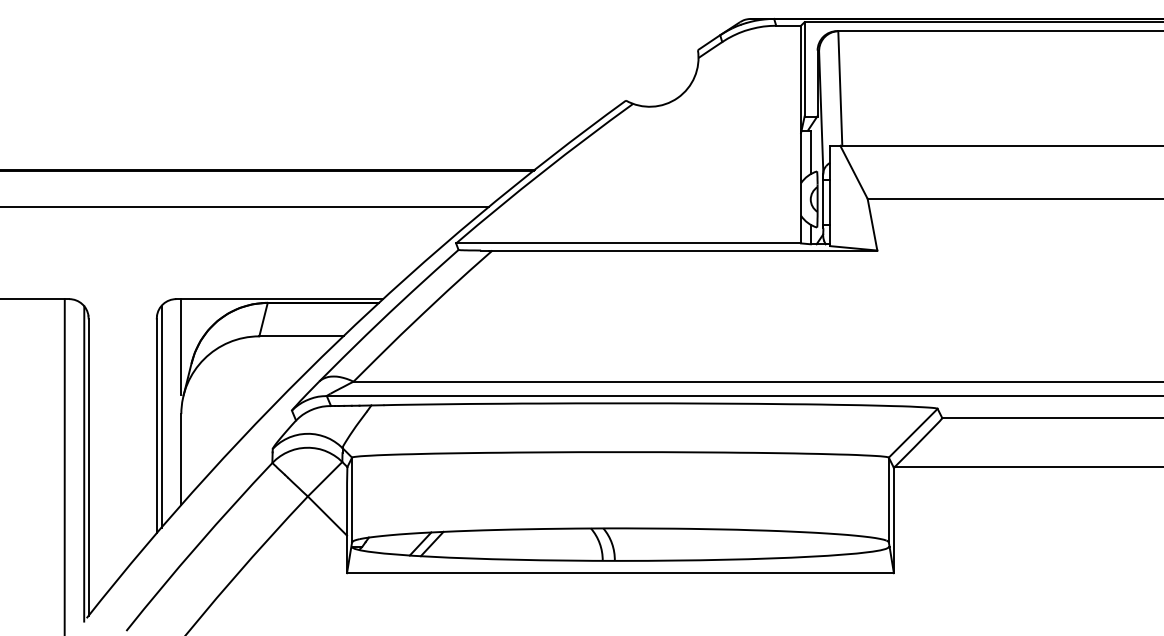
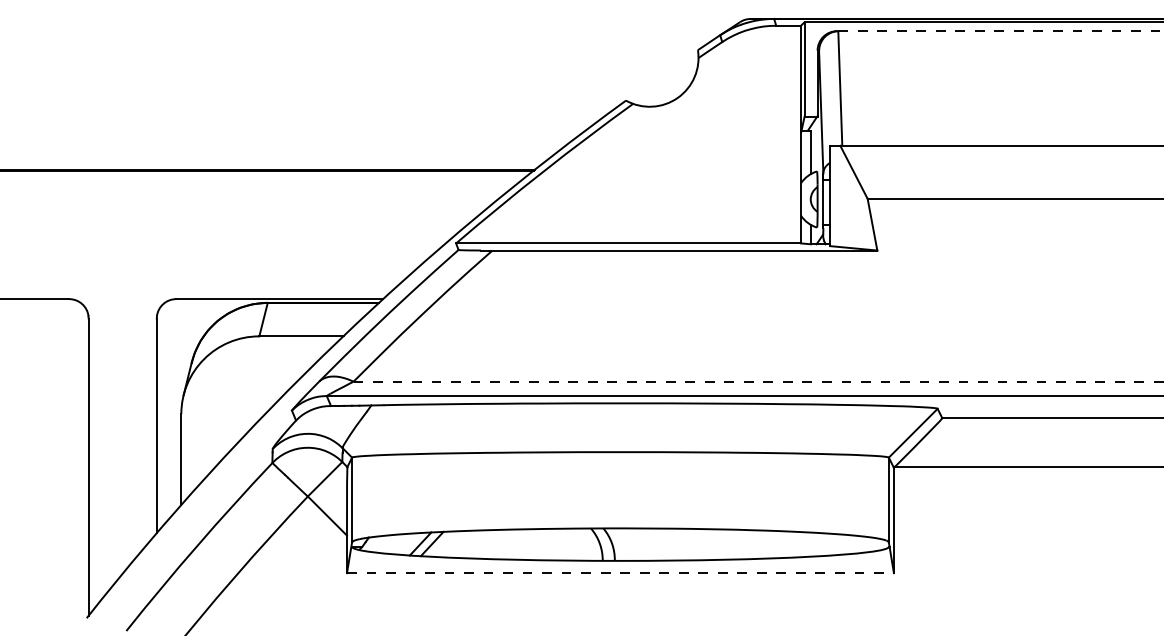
line at (1001, 31): solid -> dashed
line at (245, 206): present -> none
line at (181, 347): present -> none
line at (758, 381): solid -> dashed
line at (161, 416): present -> none
line at (84, 463): present -> none
line at (64, 465): present -> none
line at (620, 573): solid -> dashed
